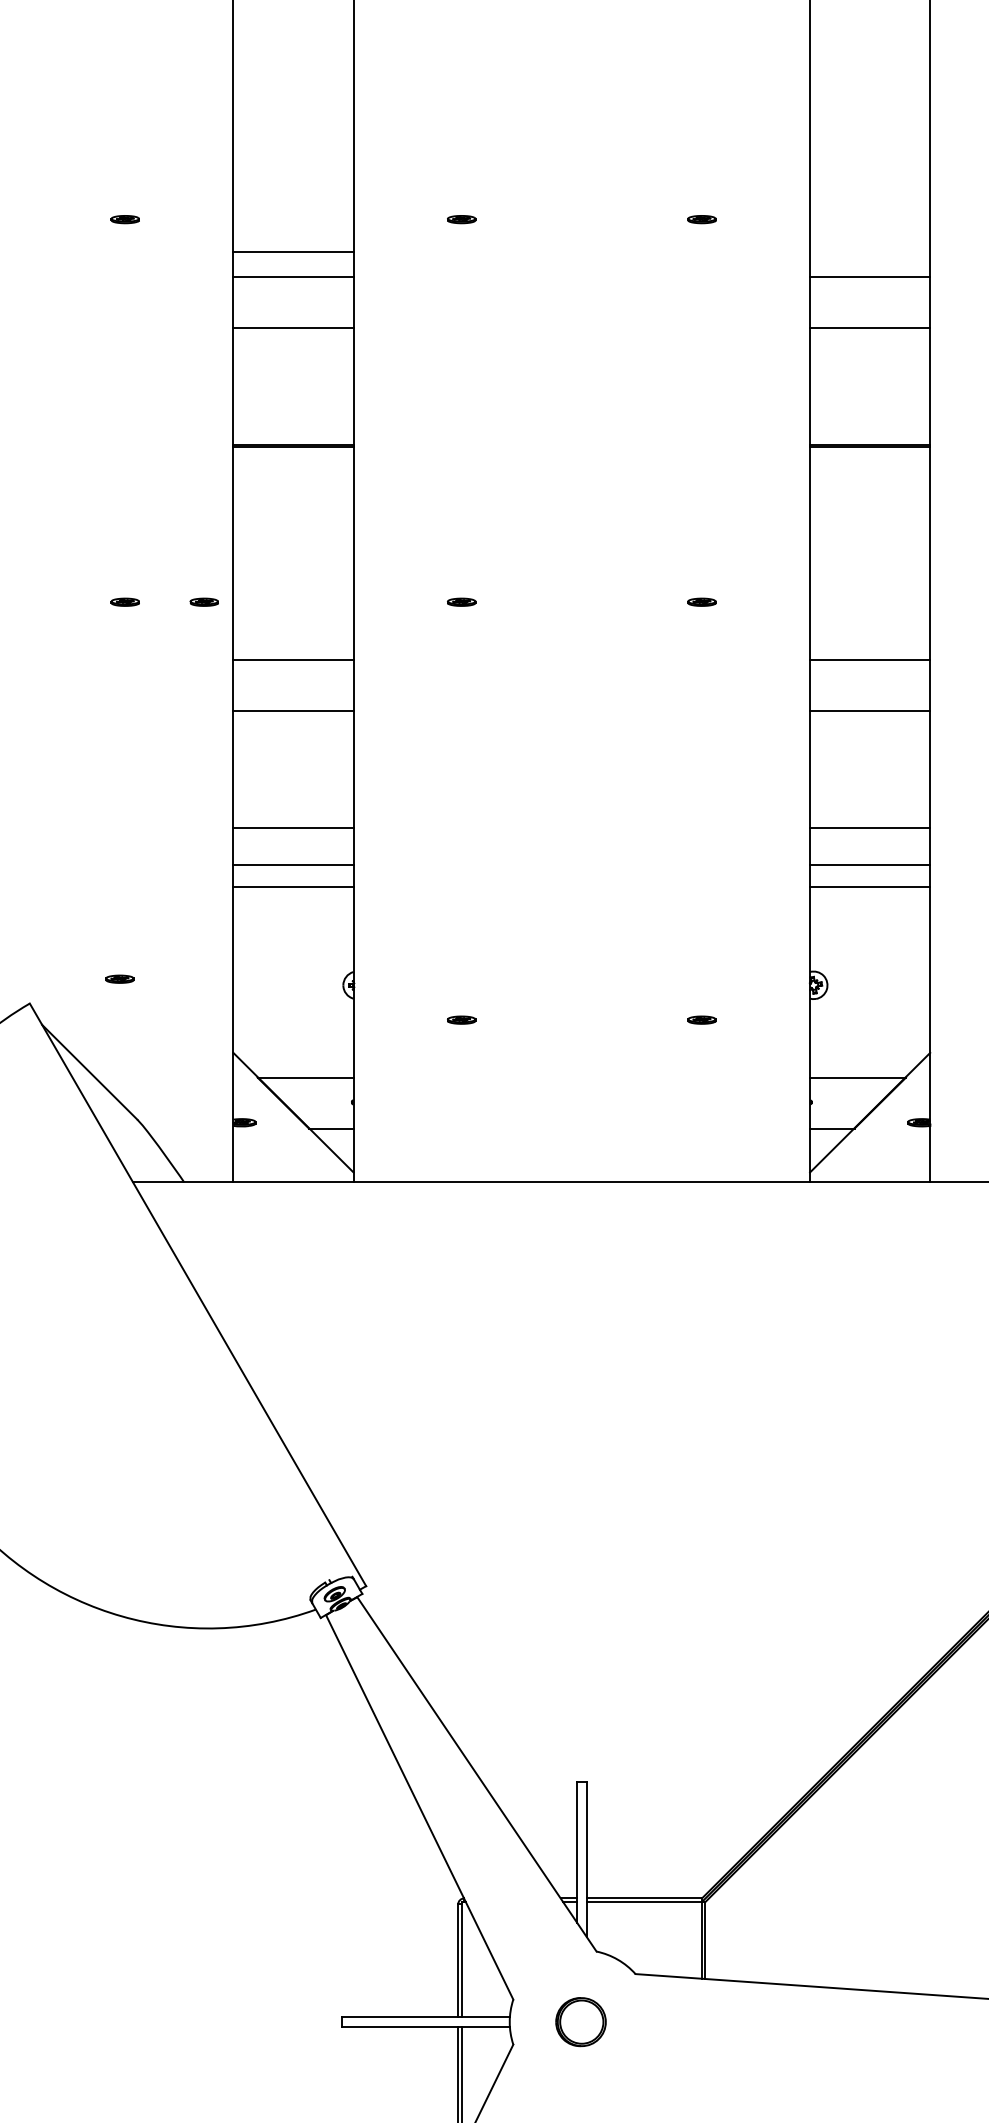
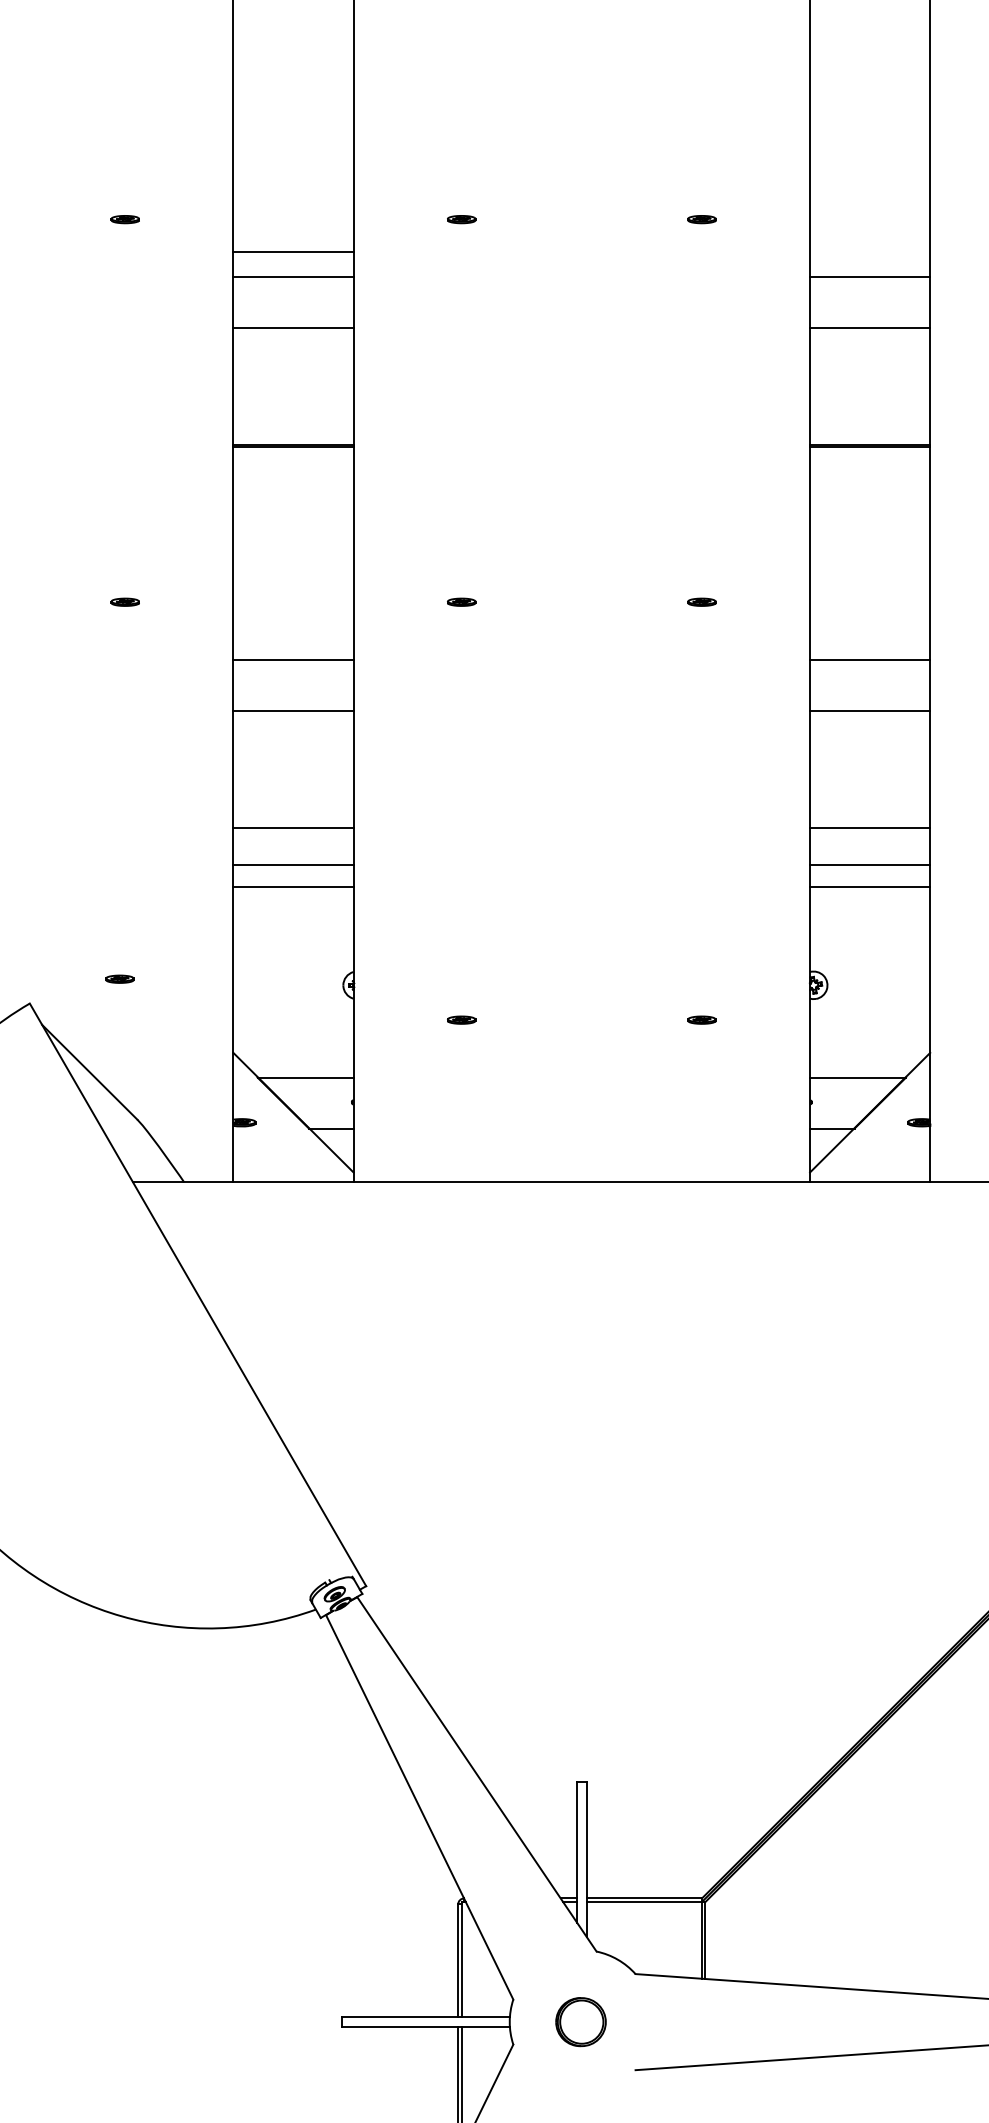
part at (203, 601): present -> none
line at (810, 2057): none -> present
